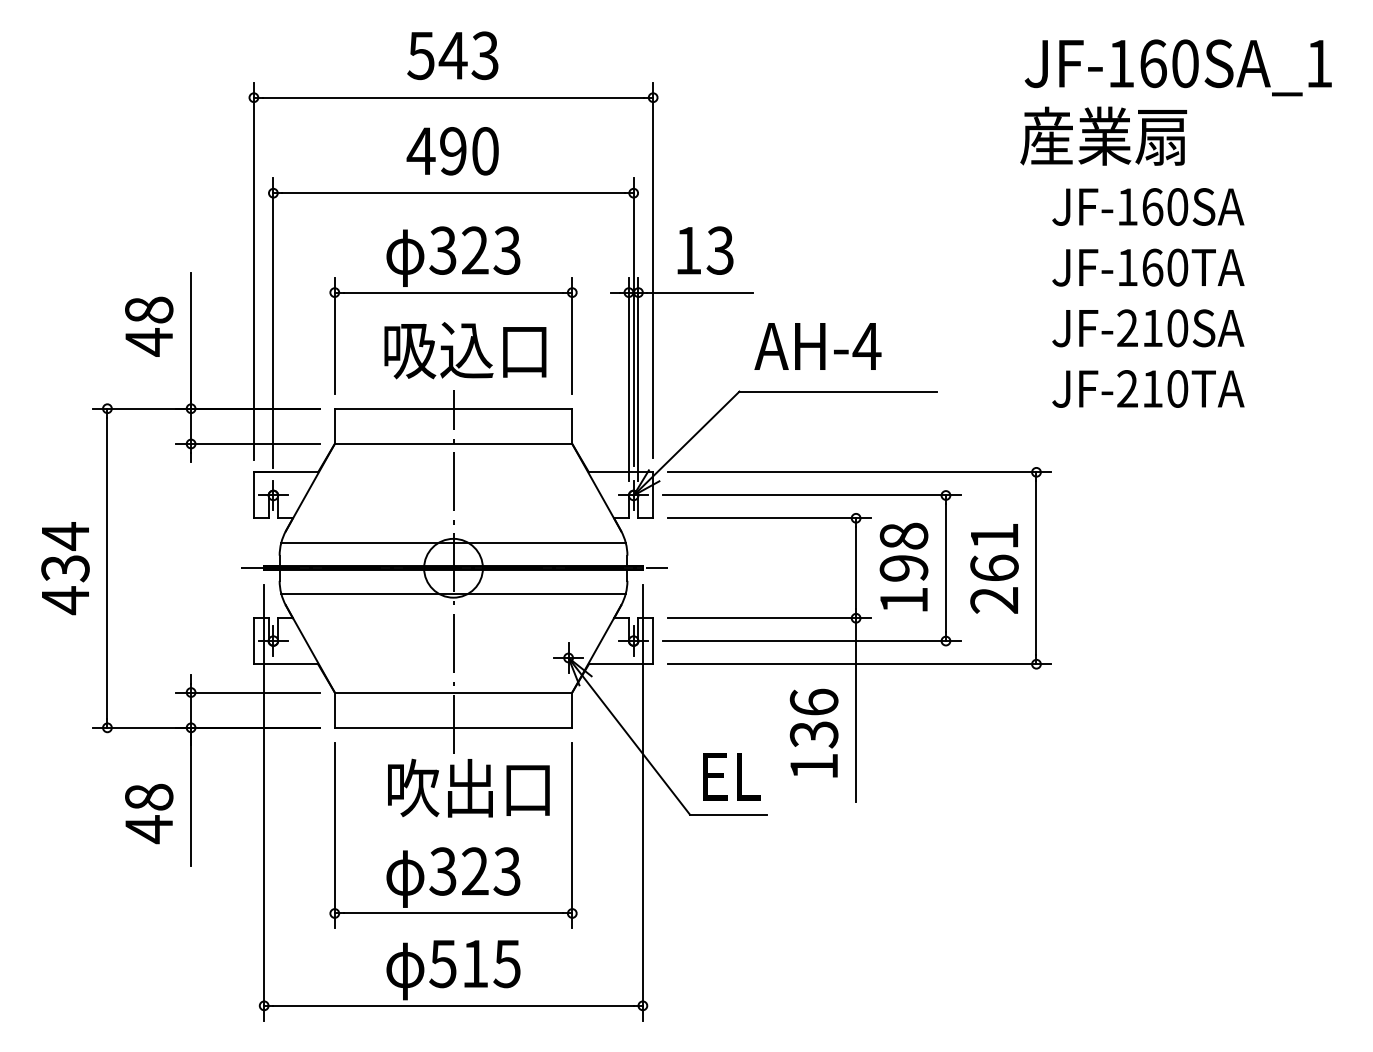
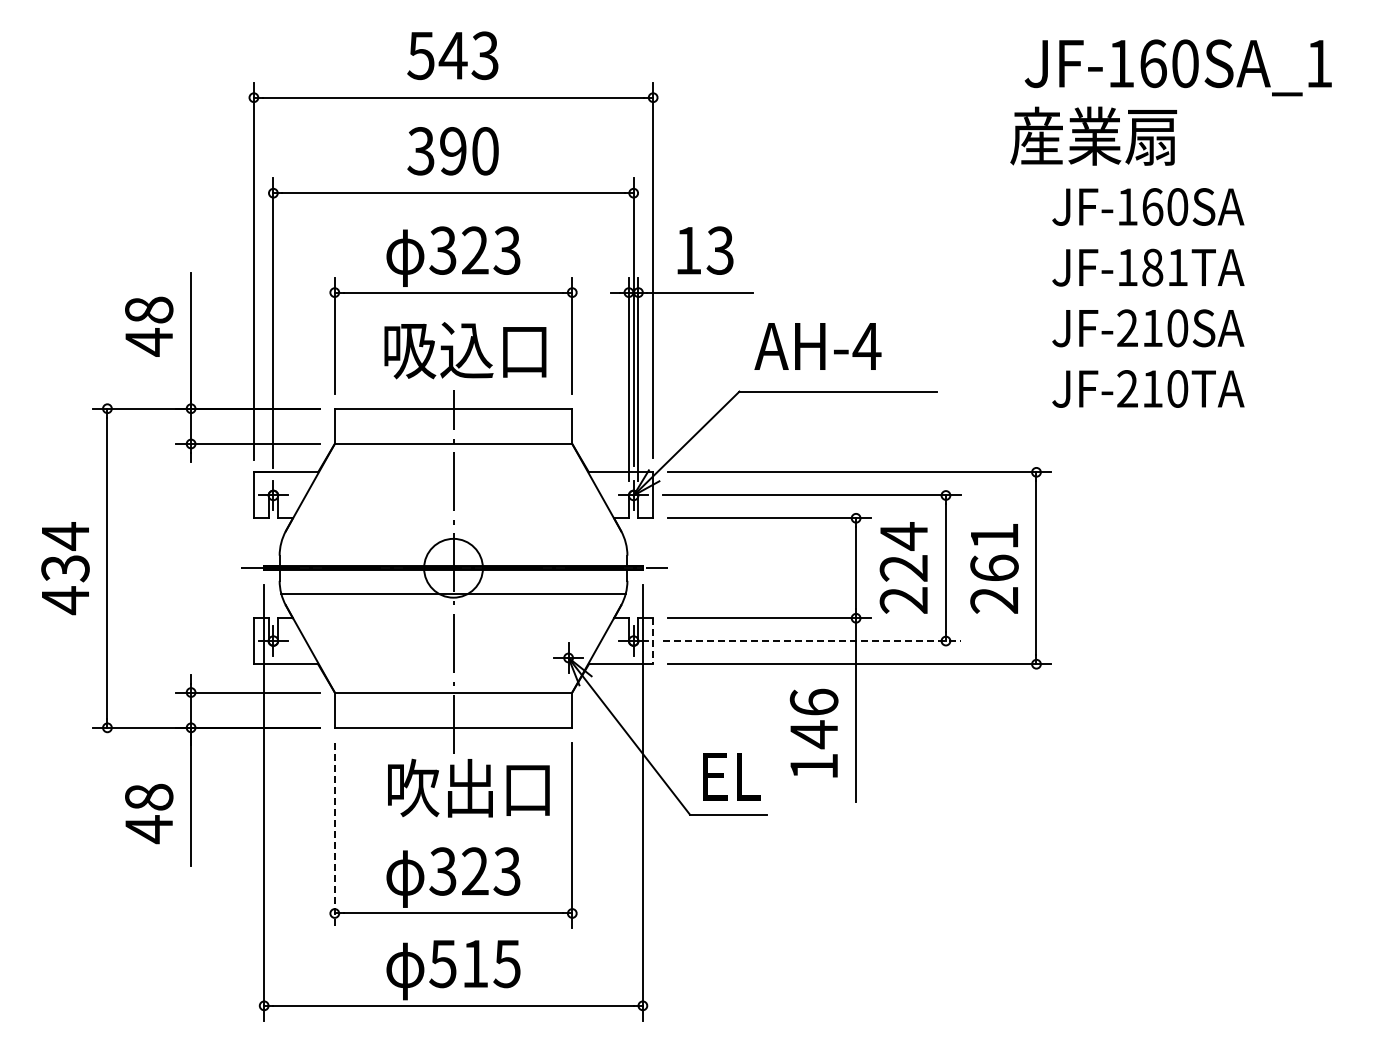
text at (1103, 135) position: (1103, 135) -> (1093, 135)
text at (420, 151): 490 -> 390
text at (1165, 267): JF-160TA -> JF-181TA
line at (453, 542): present -> none
text at (903, 567): 198 -> 224
line at (653, 641): solid -> dashed
line at (811, 641): solid -> dashed
text at (813, 734): 136 -> 146
line at (334, 835): solid -> dashed
